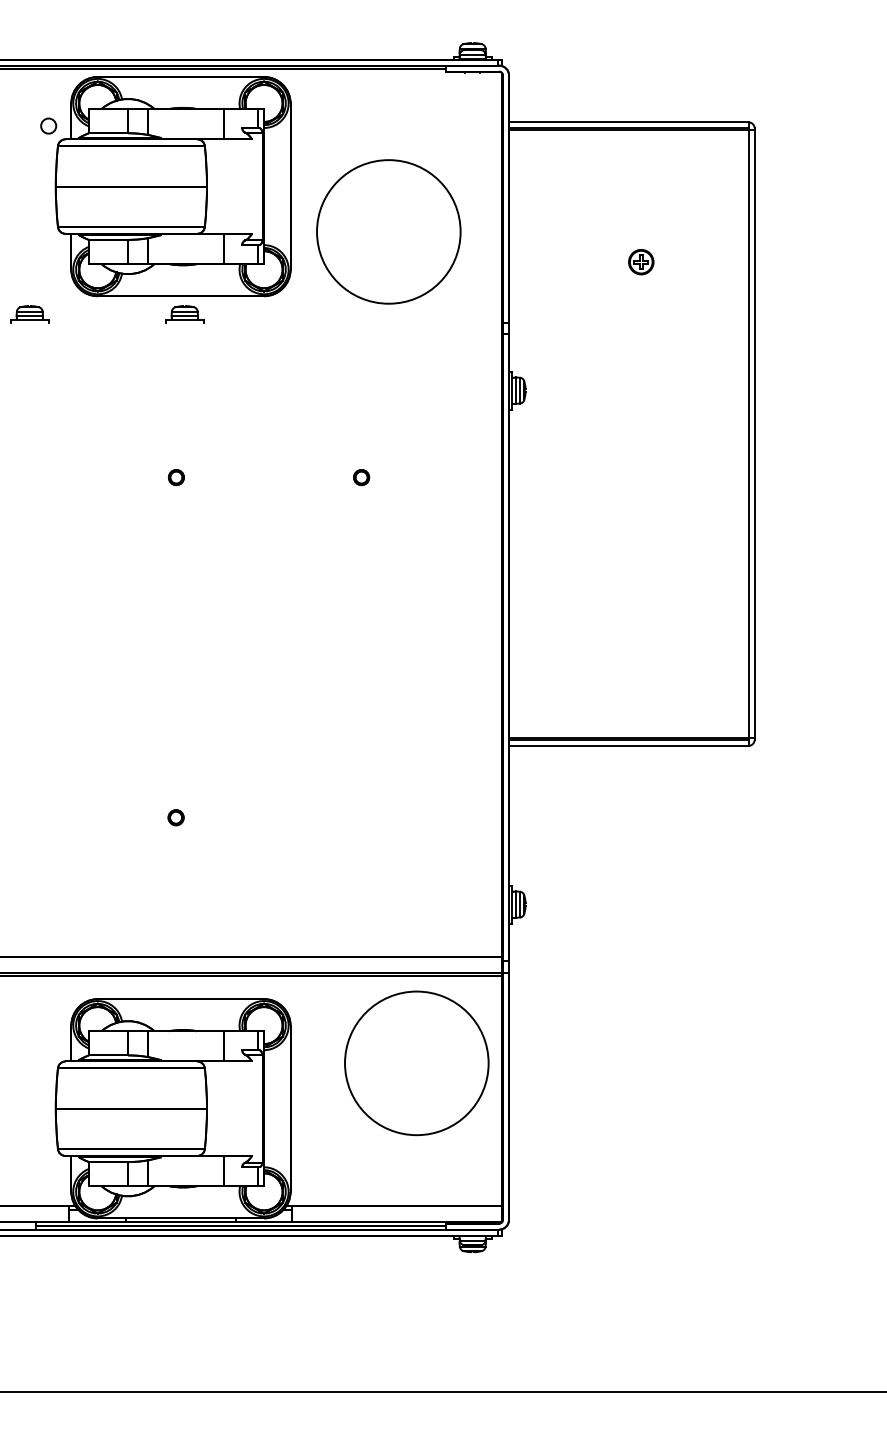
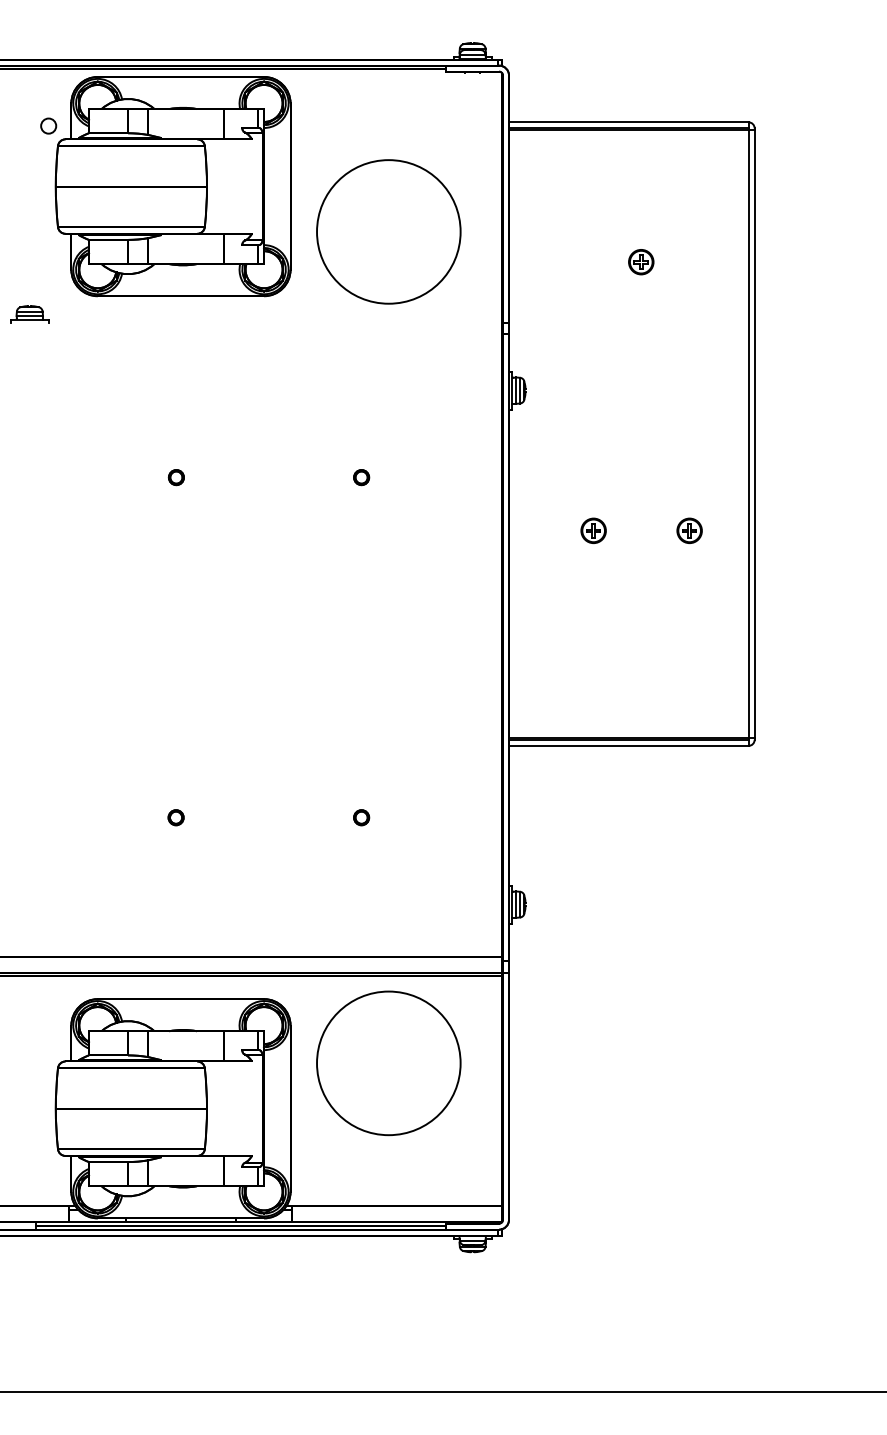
part at (184, 314): present -> none
part at (593, 530): none -> present
part at (689, 530): none -> present
part at (361, 817): none -> present
part at (416, 1063) position: (416, 1063) -> (388, 1063)
